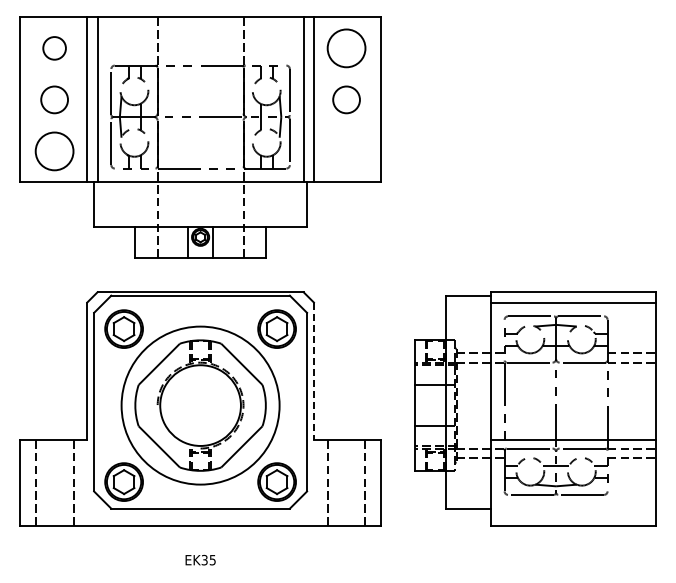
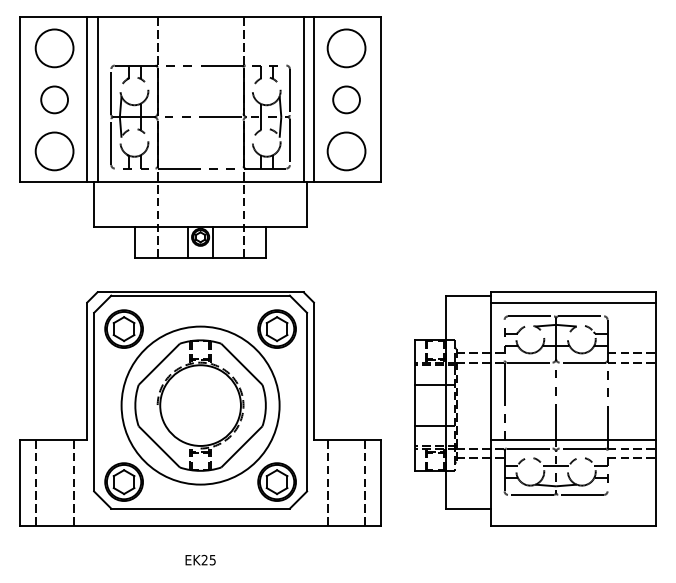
circle at (54, 48) diameter: 23 px -> 38 px
circle at (346, 151): none -> present
line at (313, 371): dashed -> solid
text at (204, 560): EK35 -> EK25
